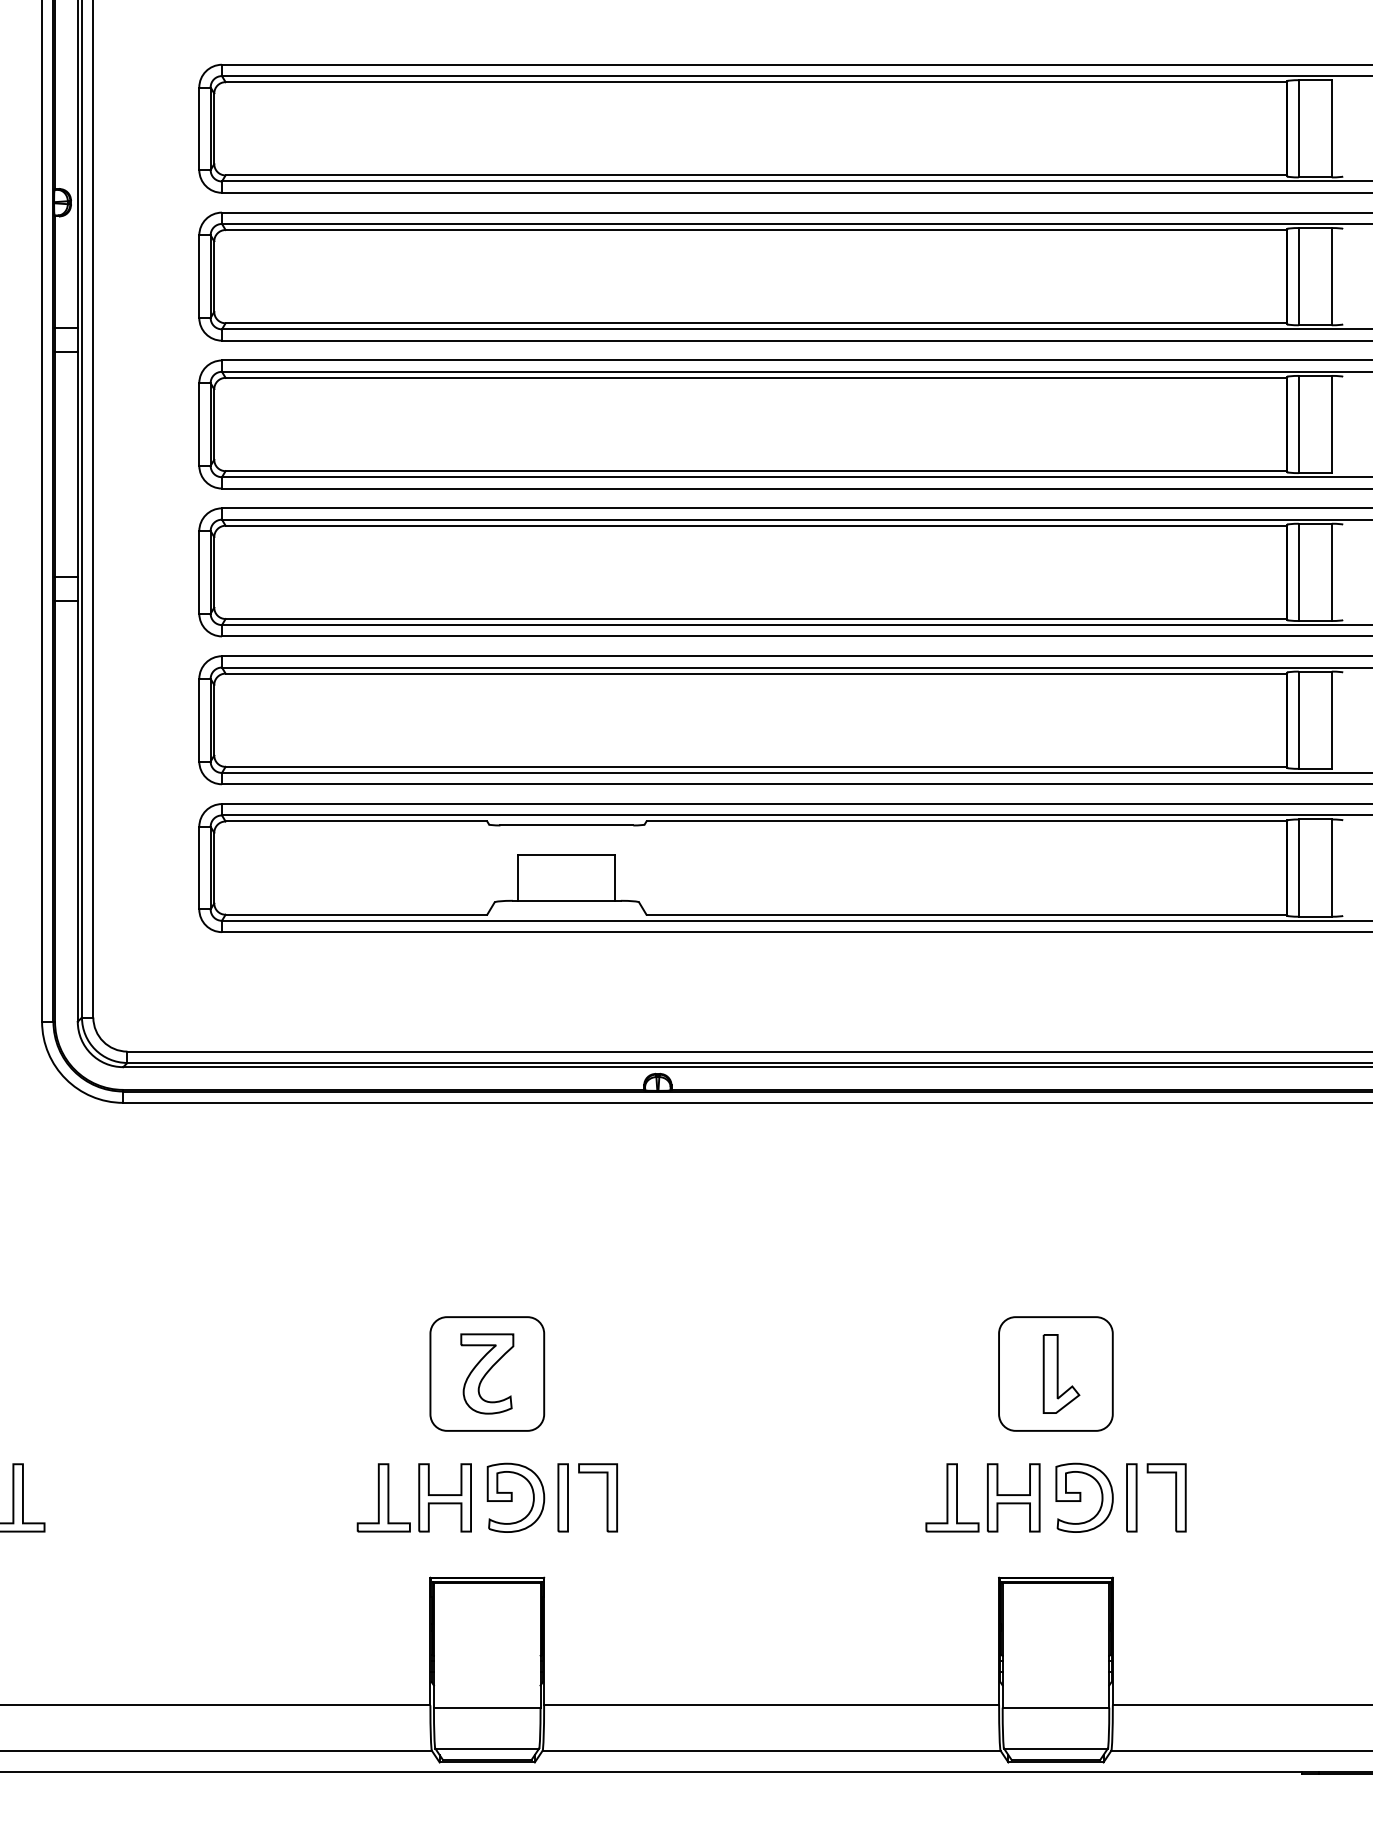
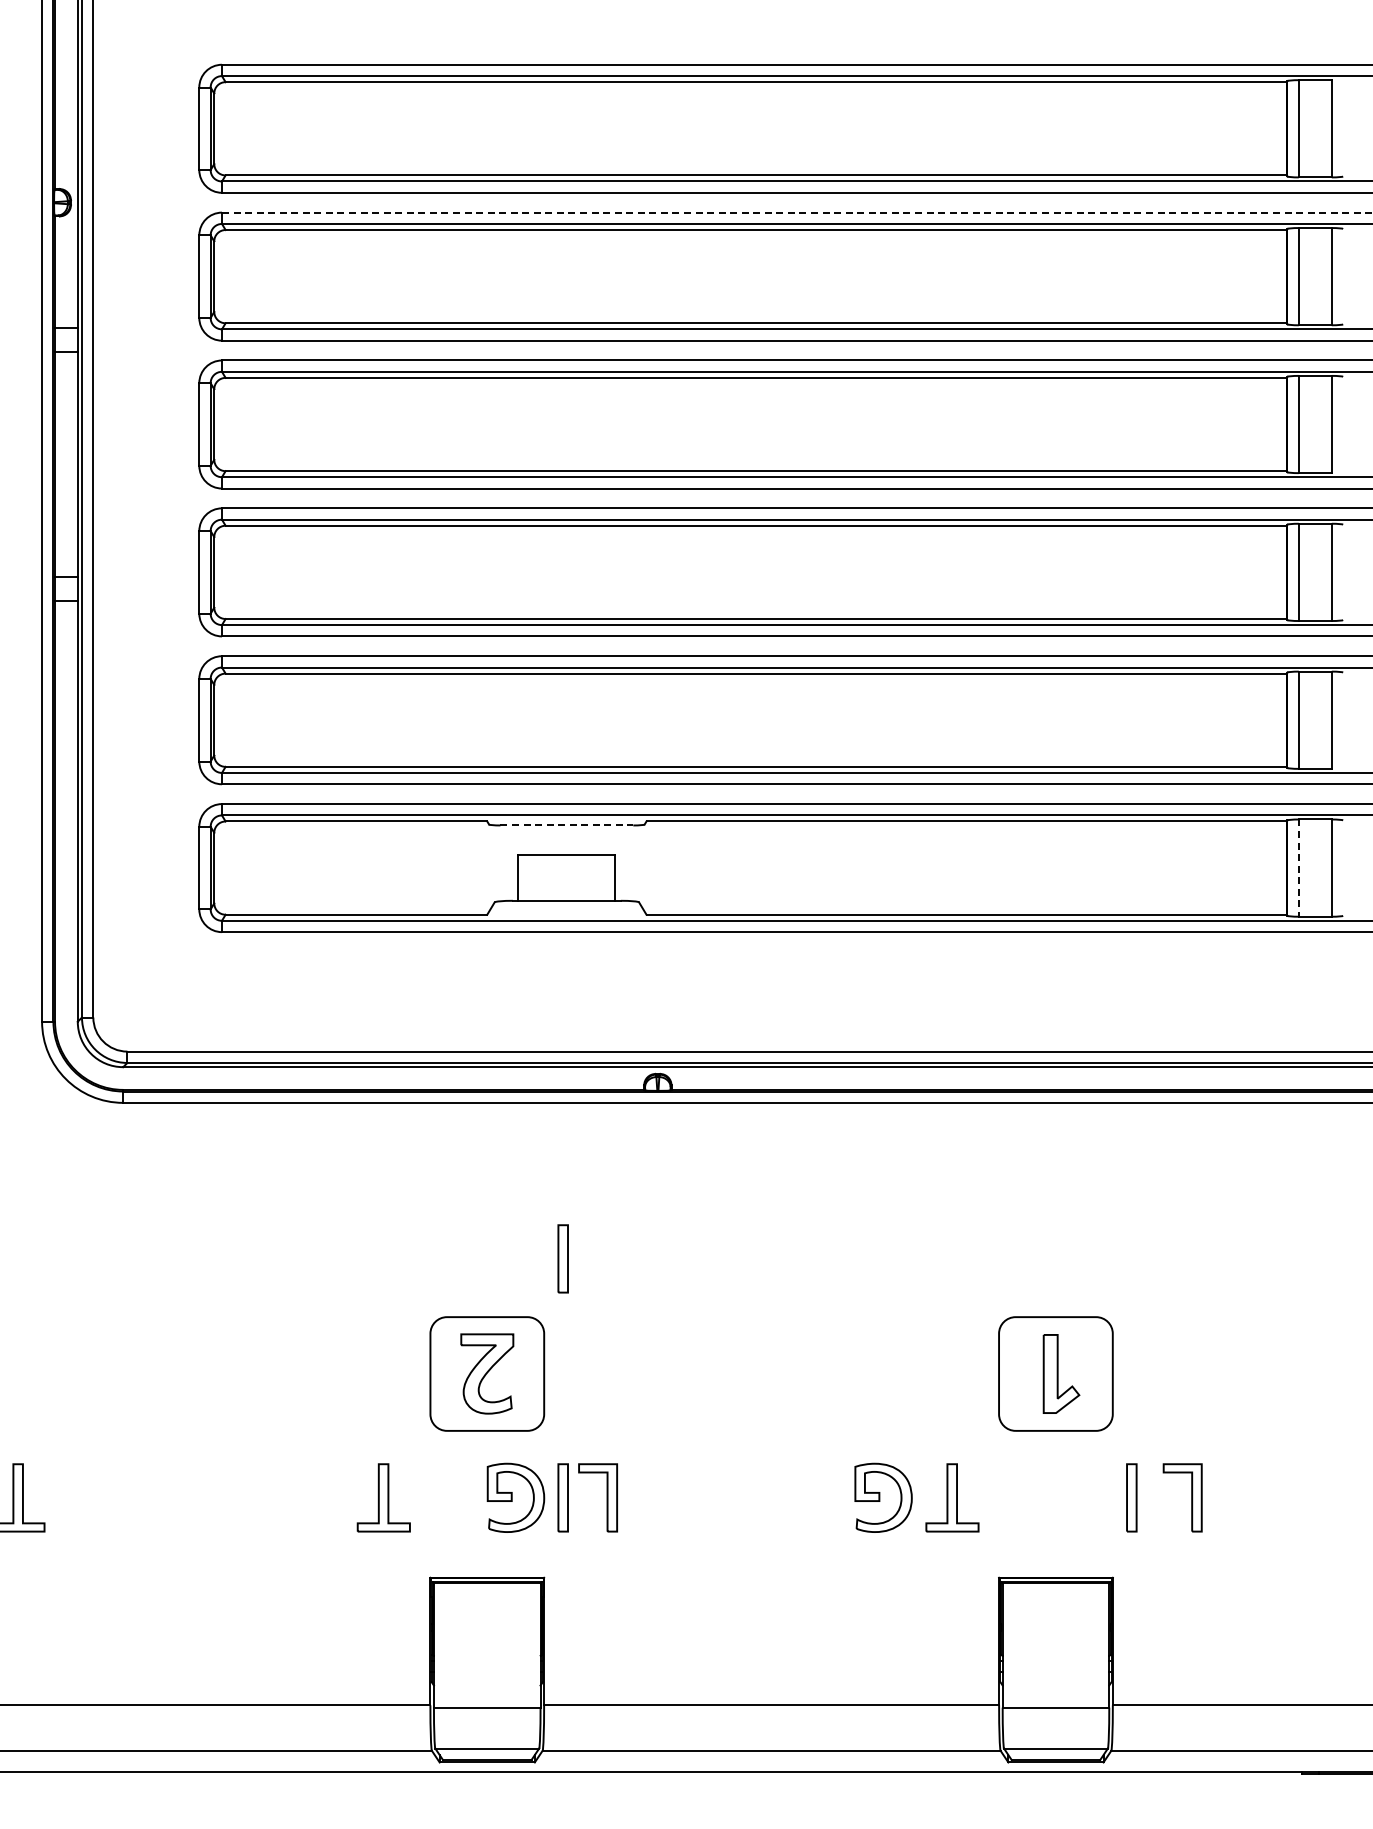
line at (797, 212): solid -> dashed
line at (567, 825): solid -> dashed
line at (1298, 868): solid -> dashed
part at (562, 1258): none -> present
part at (444, 1497): present -> none
part at (1013, 1497): present -> none
part at (1084, 1497) position: (1084, 1497) -> (883, 1497)
part at (1175, 1497) position: (1175, 1497) -> (1191, 1497)
